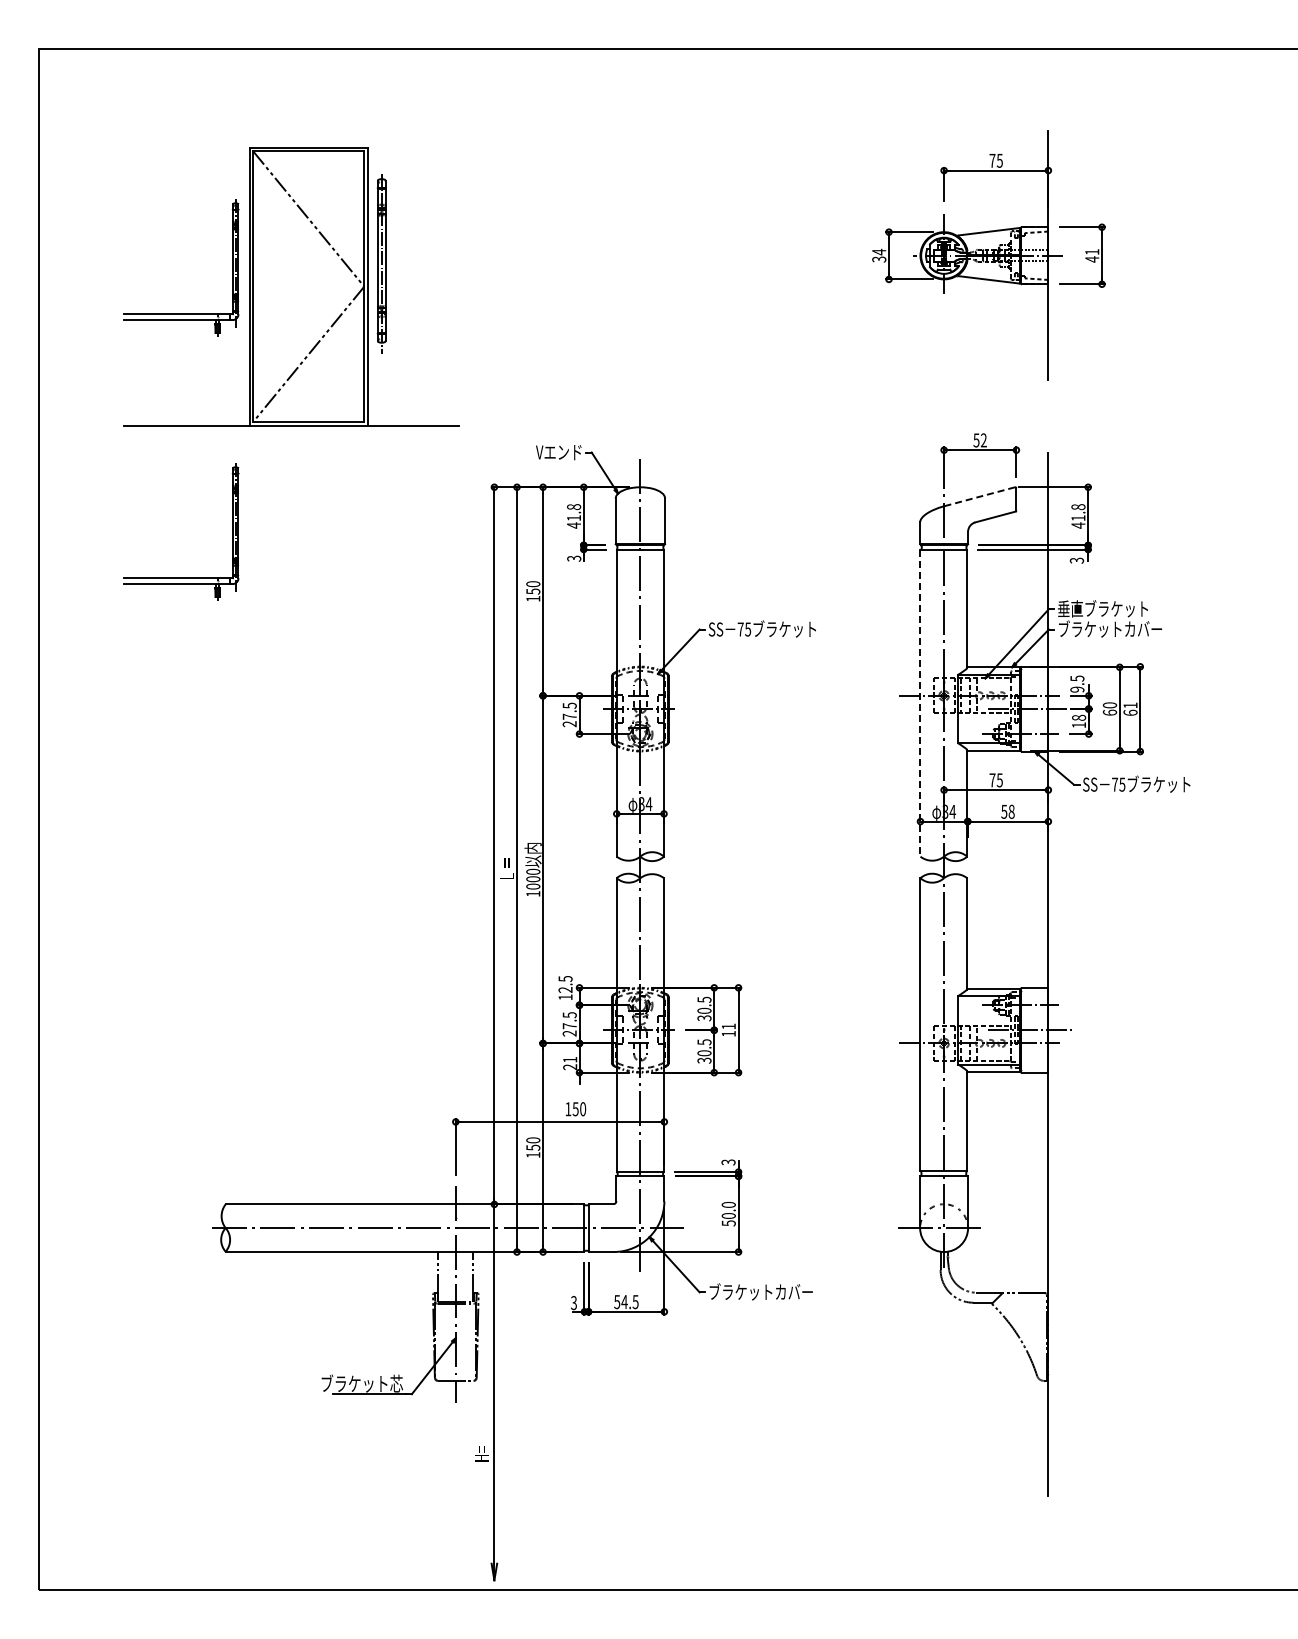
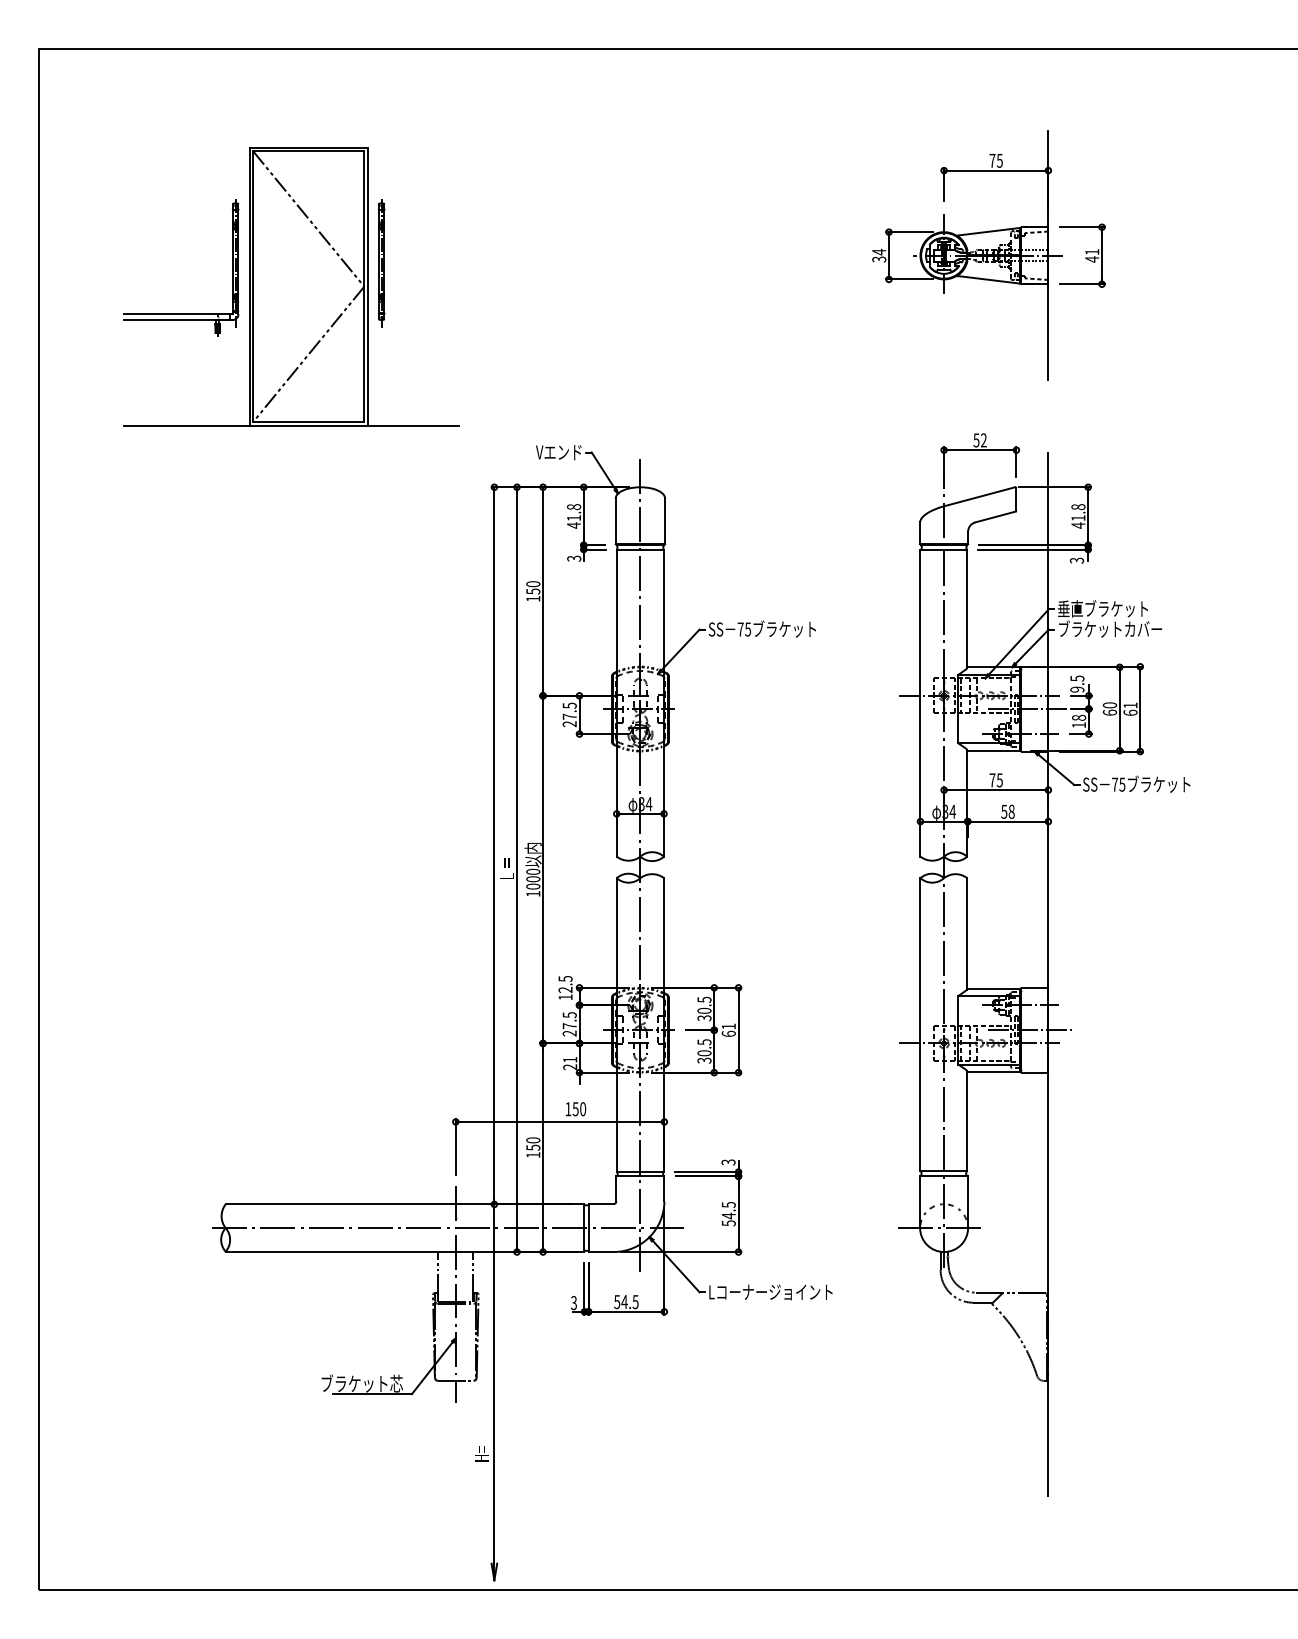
part at (381, 263) size: 11x180 px -> 9x129 px
line at (979, 496): dashed -> solid
part at (181, 577): present -> none
line at (920, 703): dashed -> solid
text at (728, 1033): 11 -> 61
text at (728, 1210): 50.0 -> 54.5
text at (770, 1291): ブラケットカバー -> Lコーナージョイント
